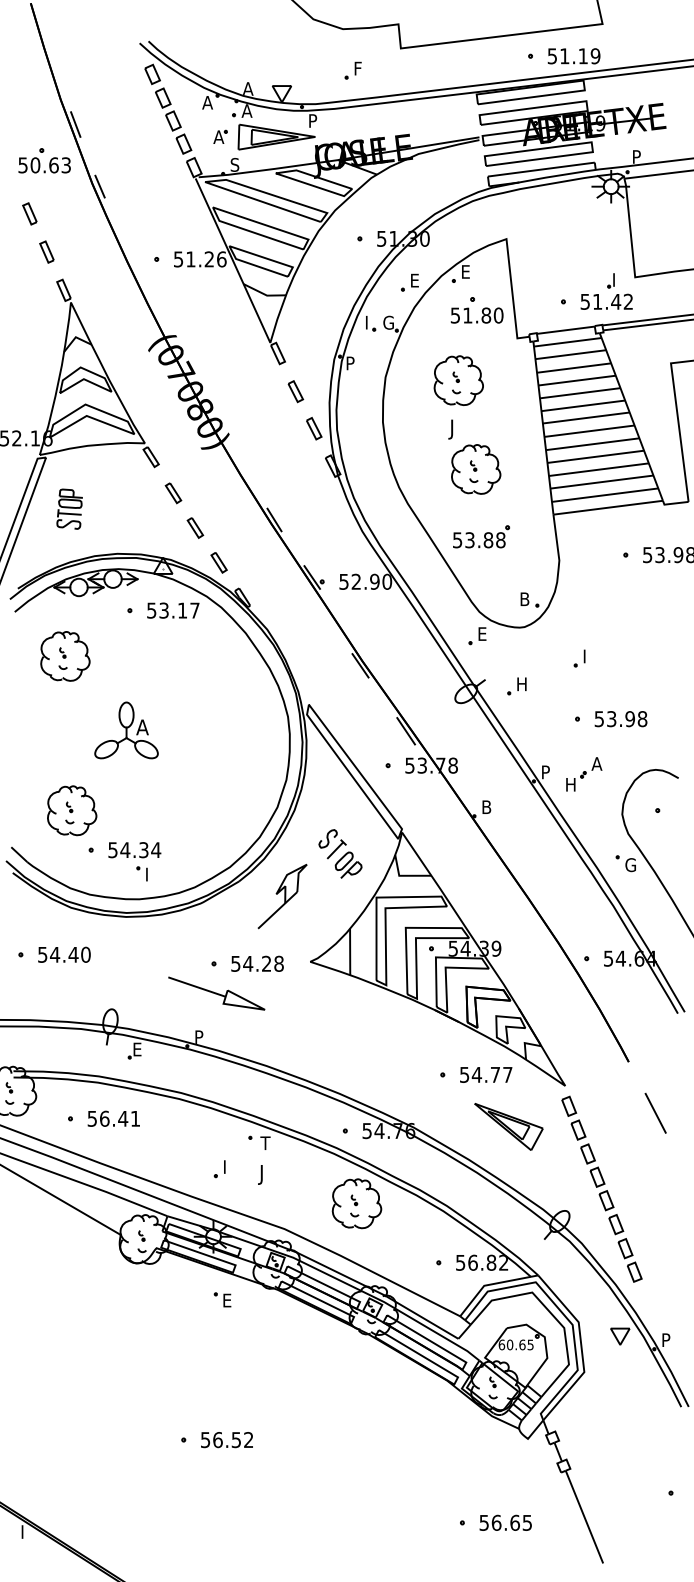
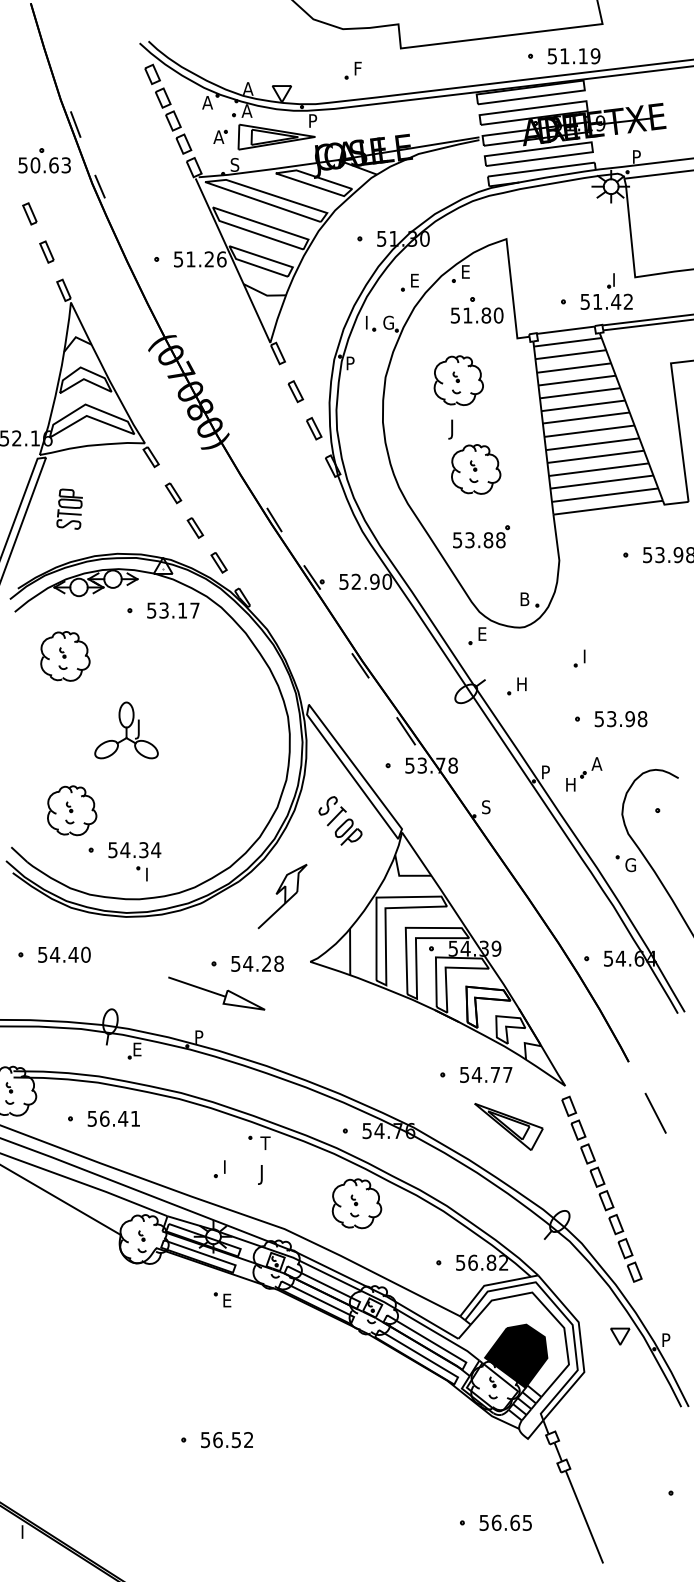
text at (141, 729): A -> J
text at (486, 807): B -> S
part at (340, 853) position: (340, 853) -> (340, 820)
fill at (516, 1355): none -> present
